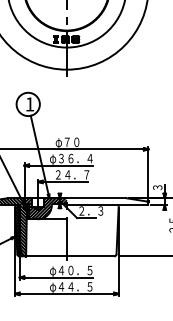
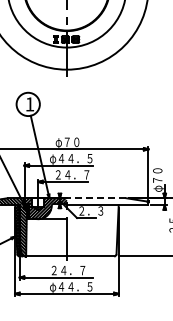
text at (75, 158): φ３６．４ -> φ４４．５
text at (158, 179): ３ -> φ７０
line at (96, 198): solid -> dashed
text at (71, 270): φ４０．５ -> ２４．７
